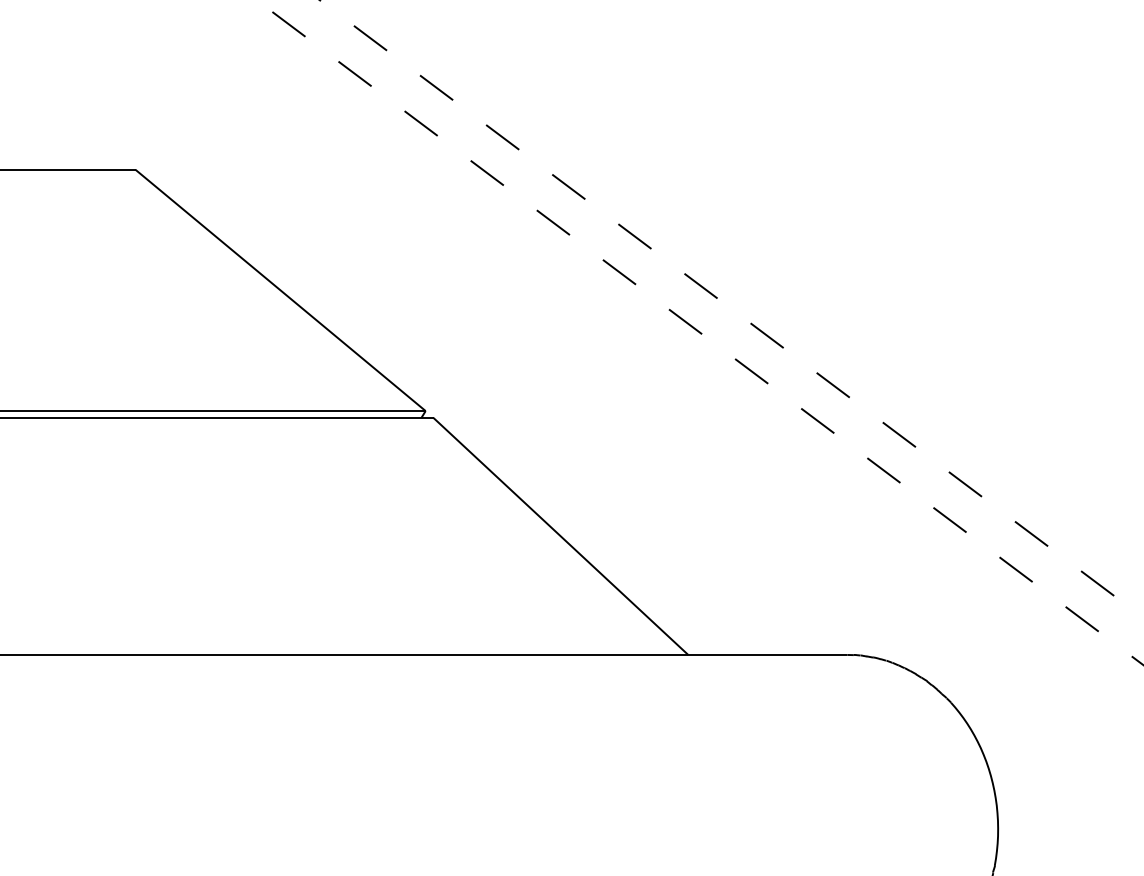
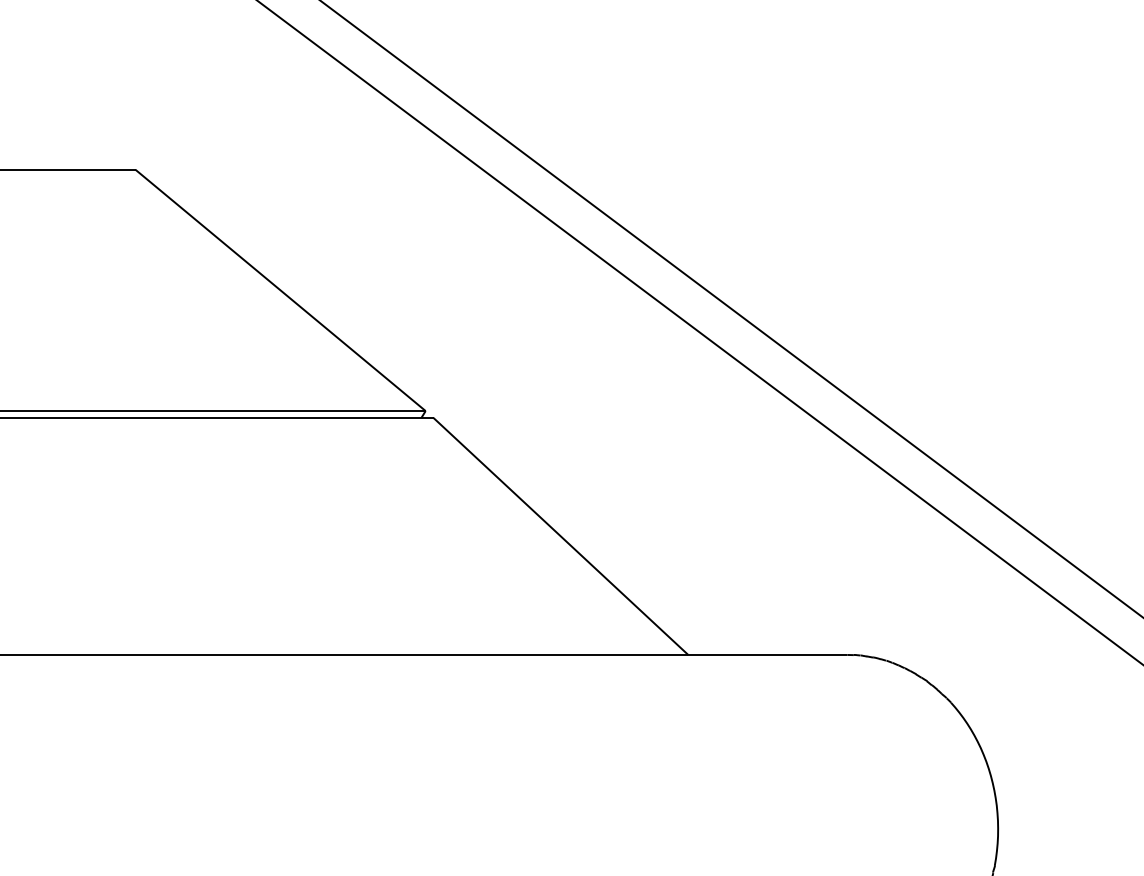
line at (731, 309): dashed -> solid
line at (700, 332): dashed -> solid
